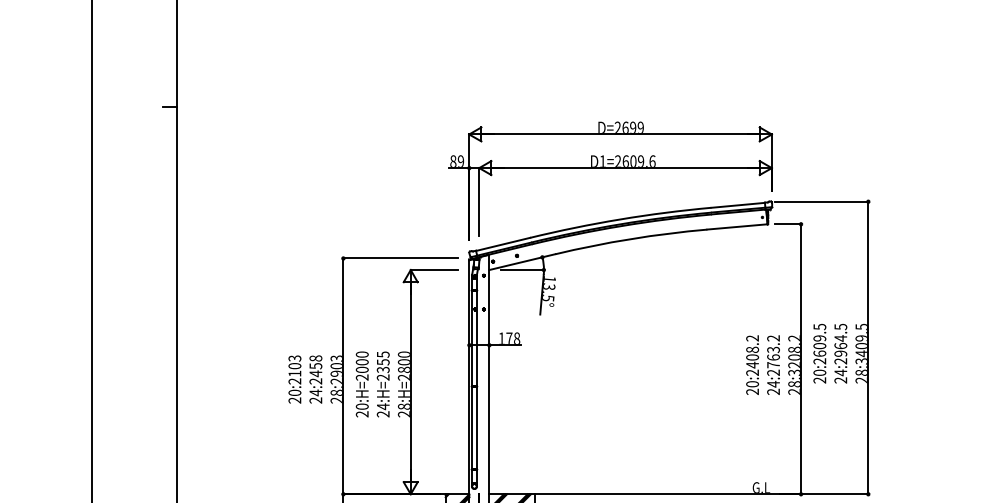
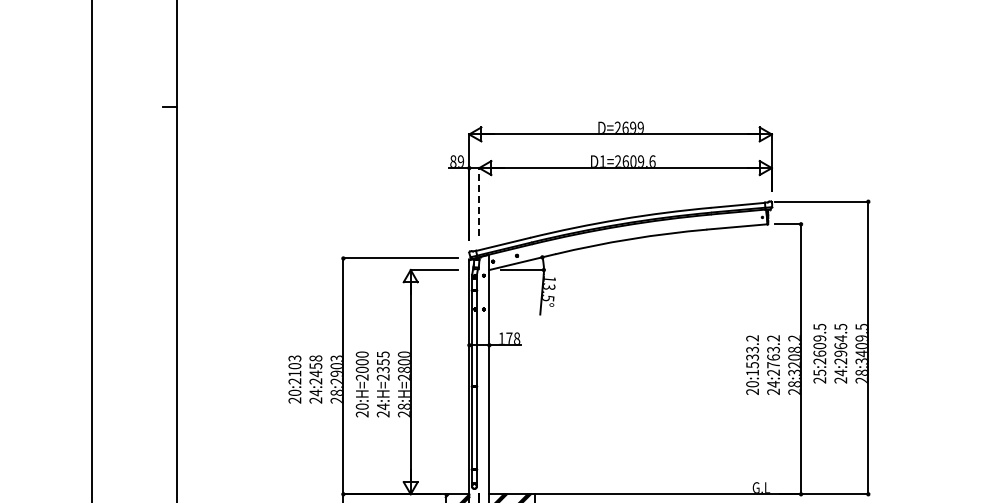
line at (479, 201): solid -> dashed
text at (752, 360): 20:2408.2 -> 20:1533.2
text at (819, 372): 20:2609.5 -> 25:2609.5
